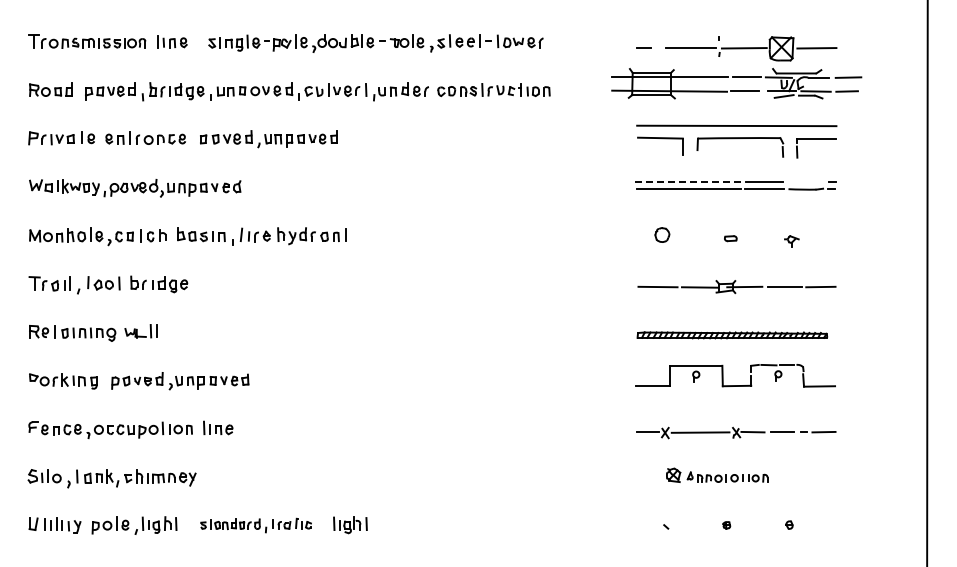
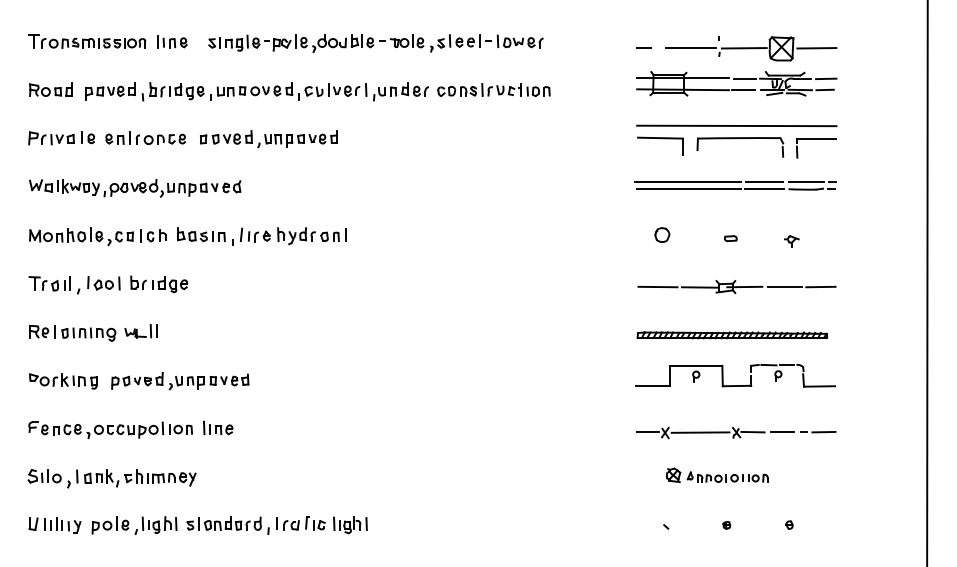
part at (736, 83) size: 252x32 px -> 202x26 px
line at (688, 182): dashed -> solid
line at (805, 182): none -> present
part at (255, 525) size: 112x17 px -> 140x19 px
